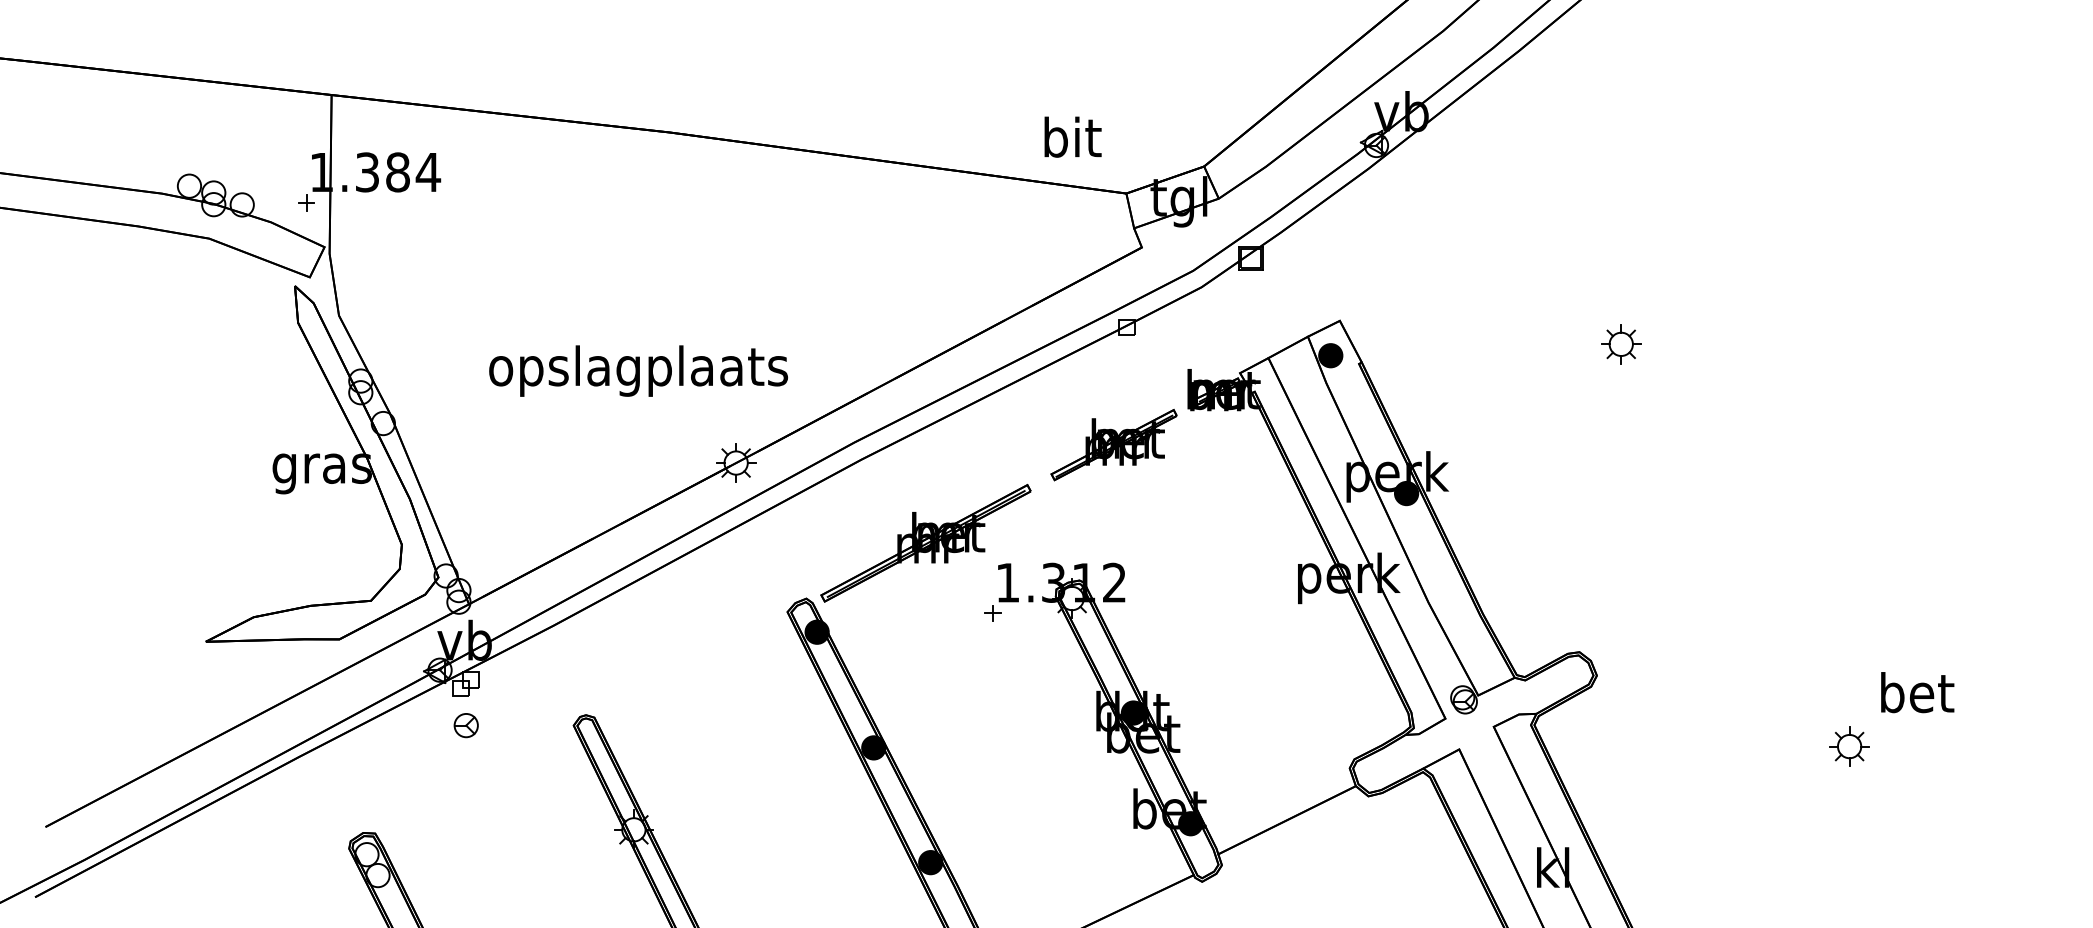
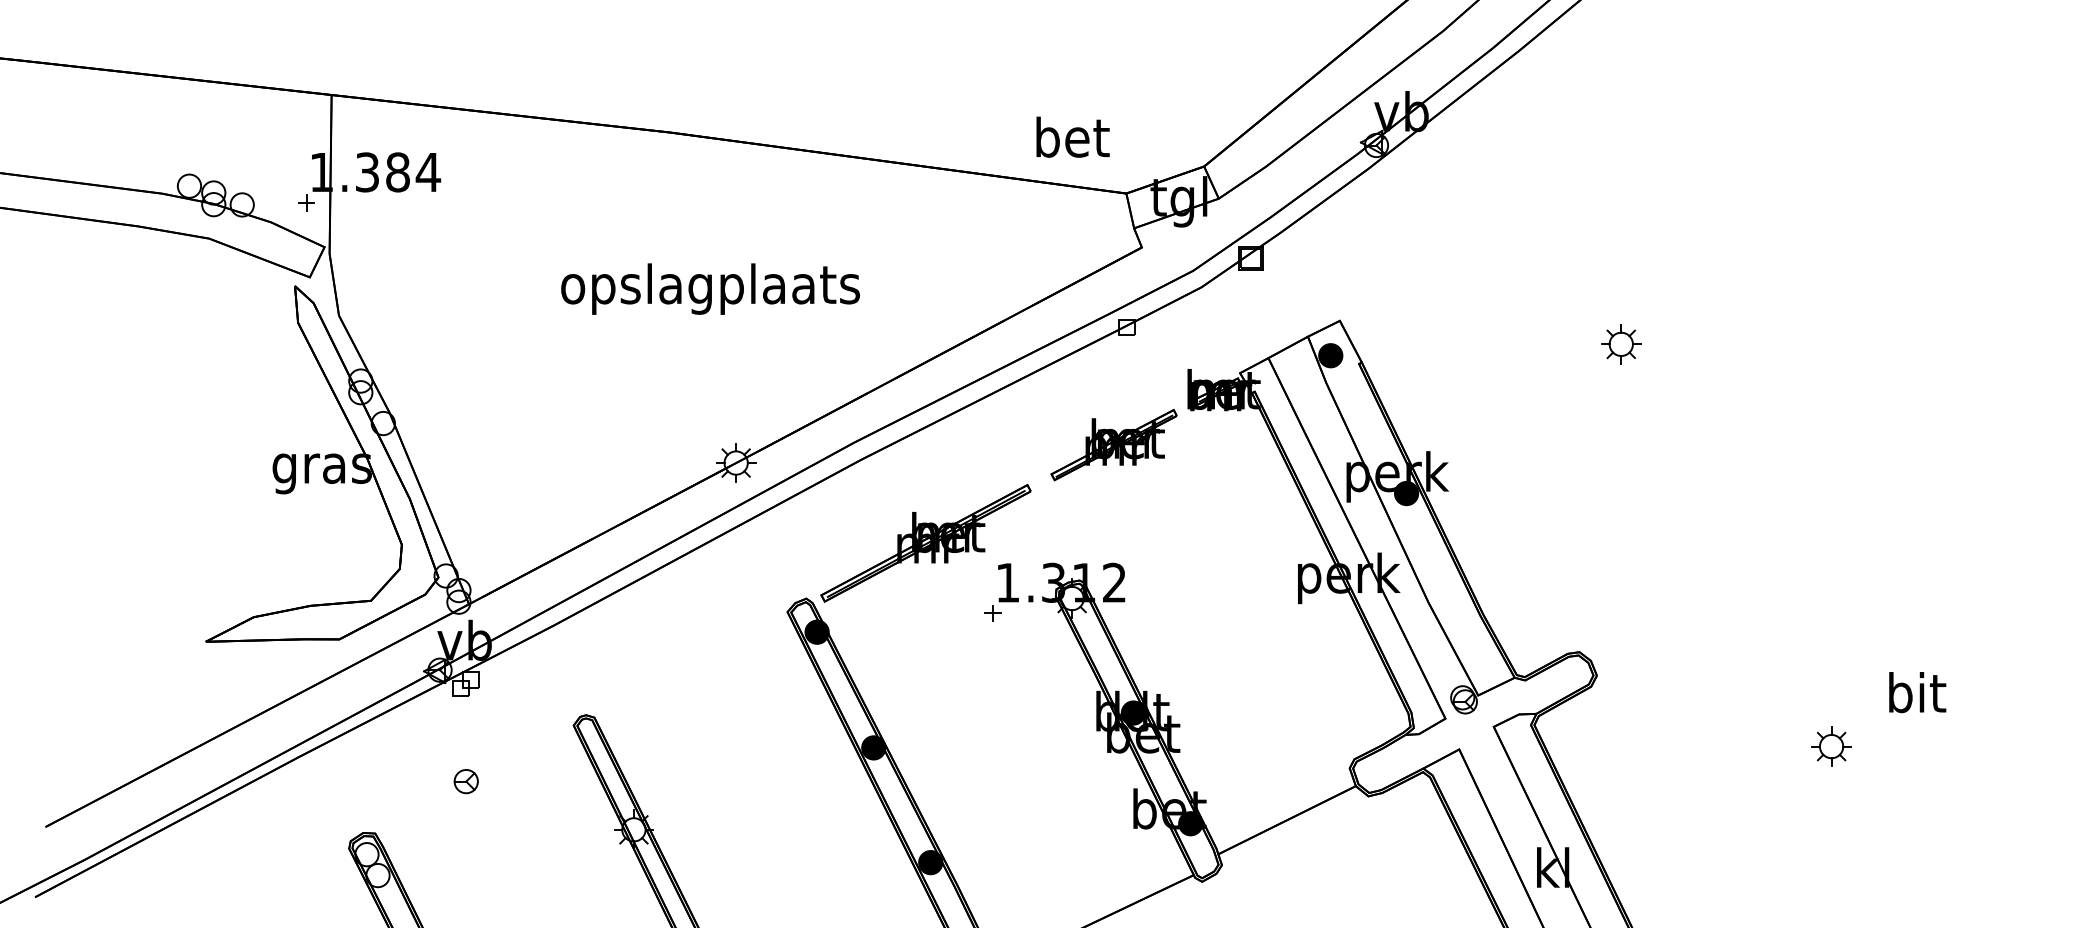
text at (1072, 136): bit -> bet
text at (638, 370) position: (638, 370) -> (710, 288)
text at (1917, 692): bet -> bit
part at (465, 725) position: (465, 725) -> (465, 781)
part at (1849, 746) position: (1849, 746) -> (1831, 746)
